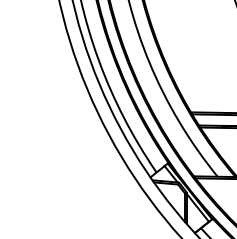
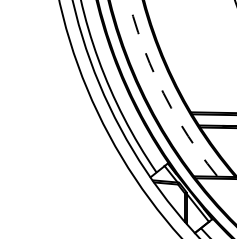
arc at (163, 93): solid -> dashed
